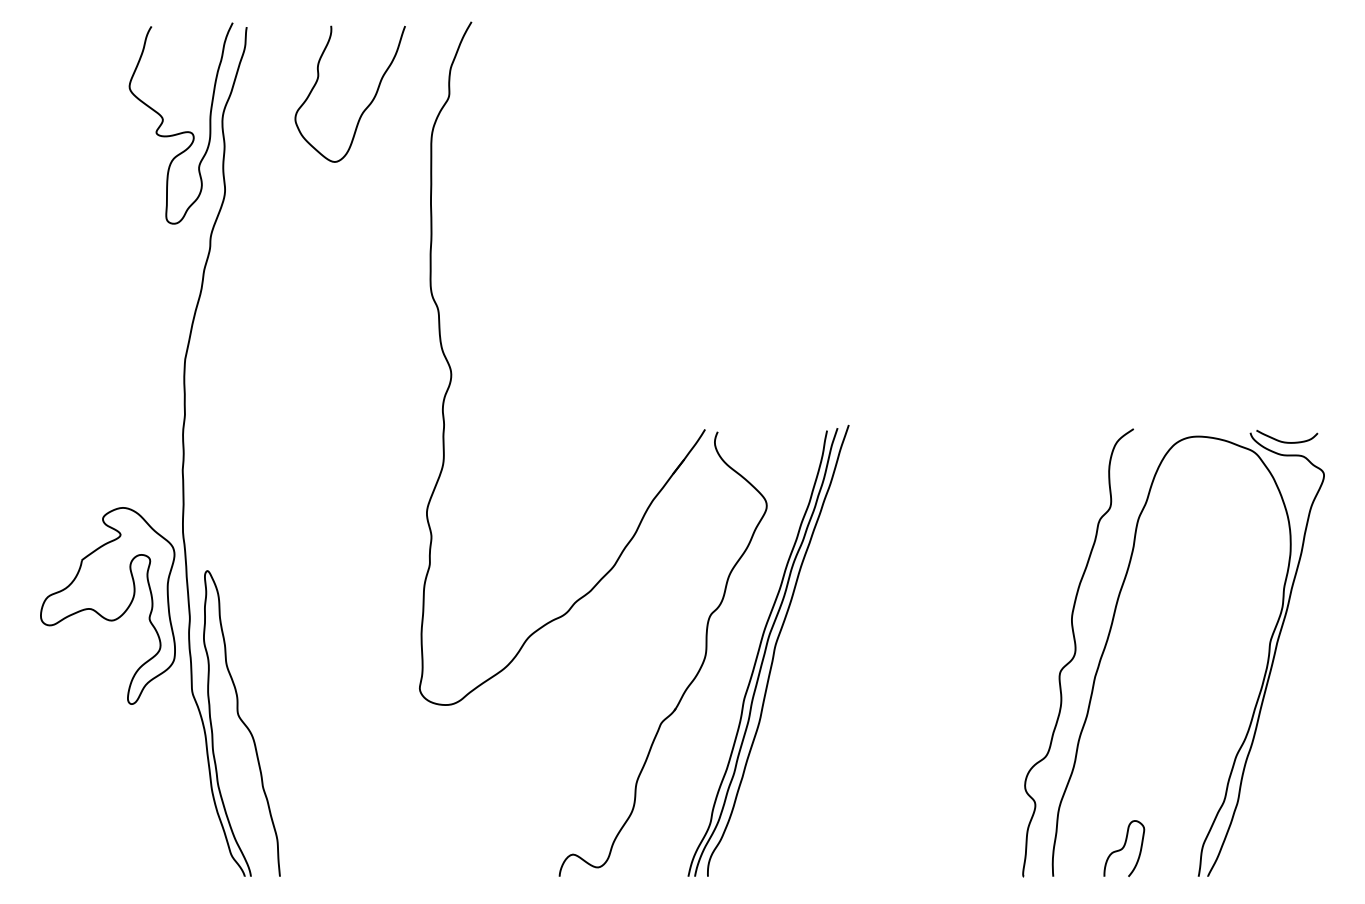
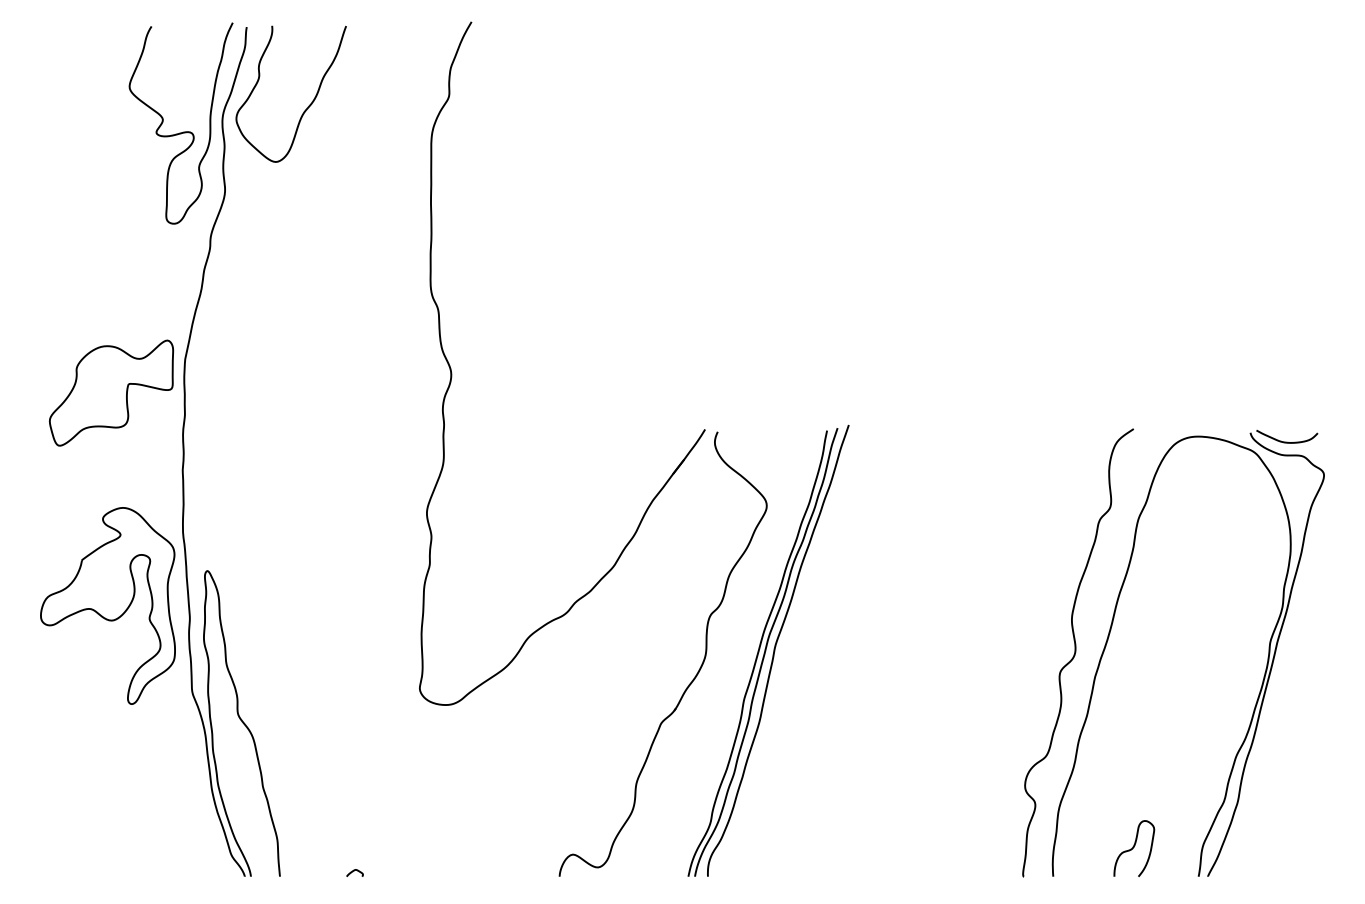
curve at (367, 105) position: (367, 105) -> (308, 105)
part at (111, 392): none -> present
curve at (1124, 847) position: (1124, 847) -> (1134, 847)
curve at (354, 871): none -> present
